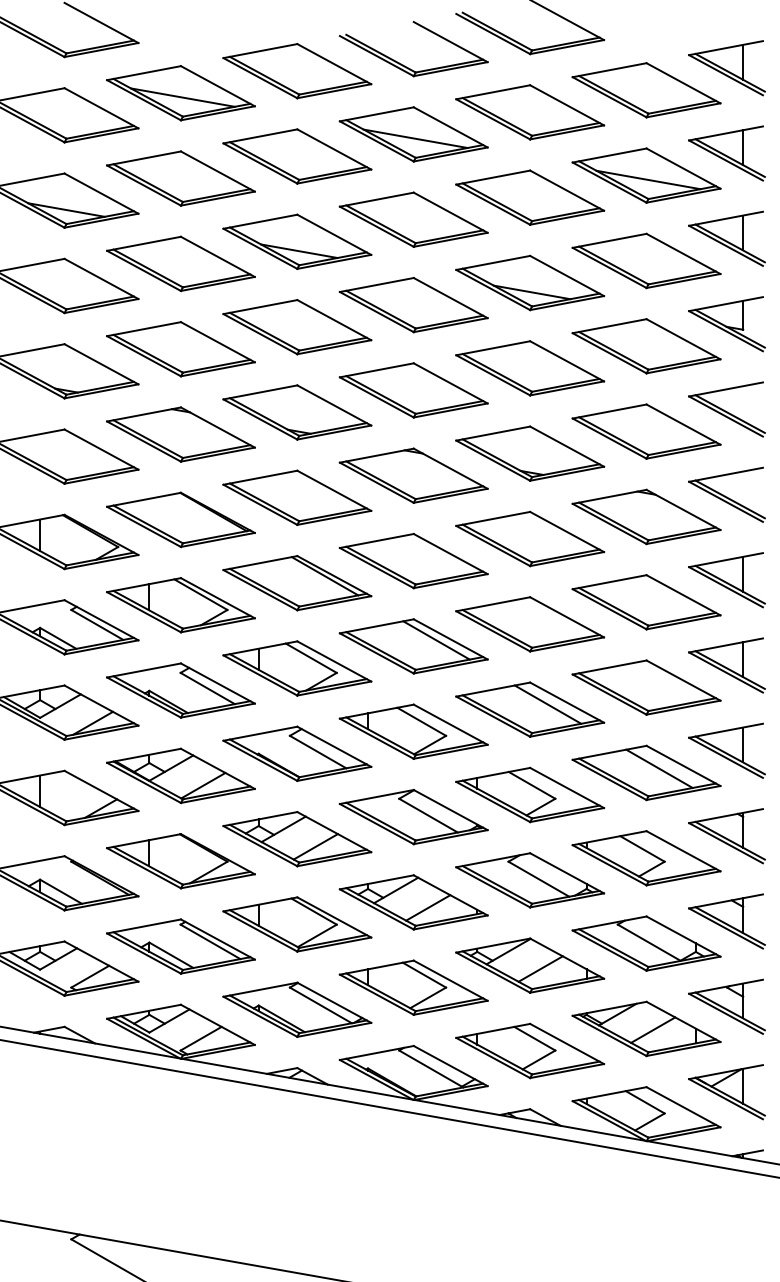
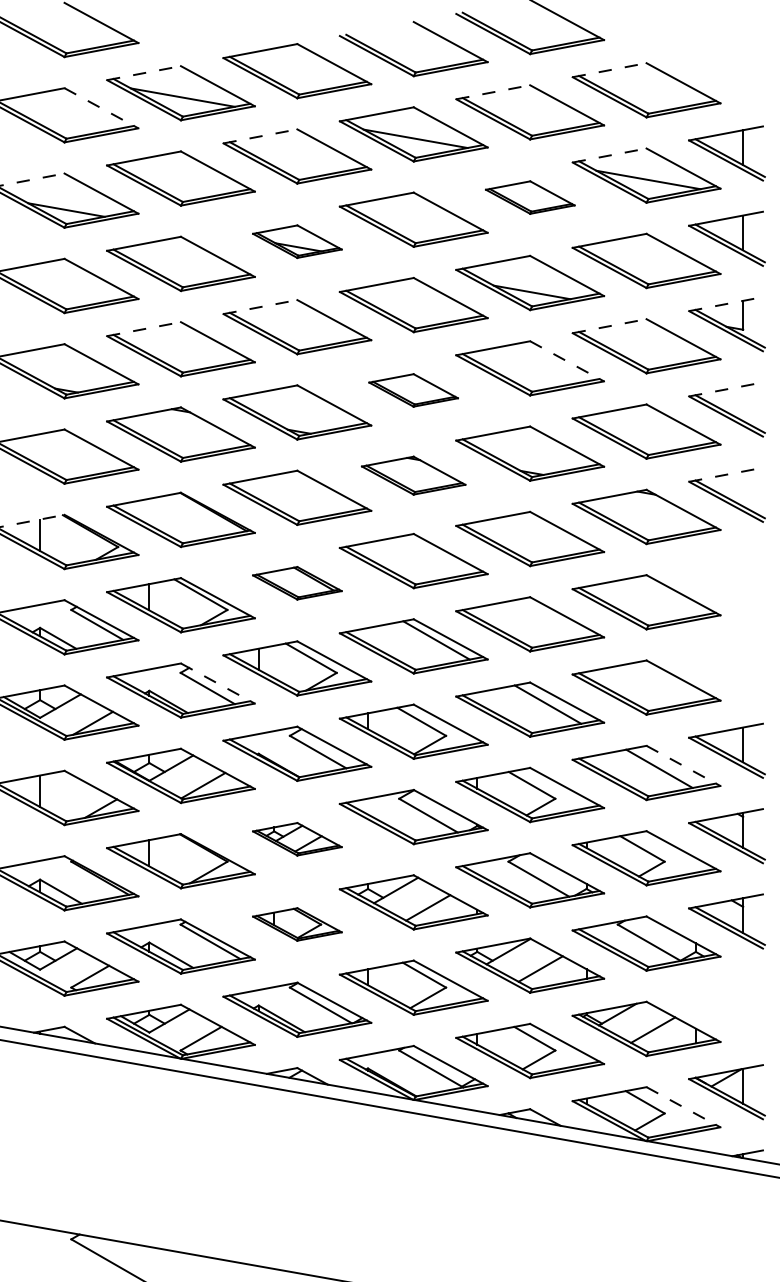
part at (726, 68): present -> none
line at (609, 70): solid -> dashed
line at (144, 73): solid -> dashed
line at (493, 92): solid -> dashed
line at (101, 108): solid -> dashed
line at (260, 136): solid -> dashed
line at (609, 155): solid -> dashed
line at (32, 179): solid -> dashed
part at (530, 197) size: 151x57 px -> 91x35 px
part at (297, 241) size: 151x57 px -> 91x36 px
line at (726, 304): solid -> dashed
line at (260, 307): solid -> dashed
line at (609, 326): solid -> dashed
line at (144, 329): solid -> dashed
line at (567, 361): solid -> dashed
line at (726, 389): solid -> dashed
part at (413, 390) size: 151x57 px -> 91x35 px
line at (726, 474): solid -> dashed
part at (413, 475) size: 151x57 px -> 107x41 px
line at (32, 520): solid -> dashed
part at (726, 580): present -> none
part at (297, 583) size: 151x57 px -> 91x35 px
part at (726, 665): present -> none
line at (218, 683): solid -> dashed
line at (683, 766): solid -> dashed
part at (297, 839) size: 151x57 px -> 91x35 px
part at (297, 924) size: 151x57 px -> 91x35 px
part at (726, 1006): present -> none
line at (683, 1107): solid -> dashed
